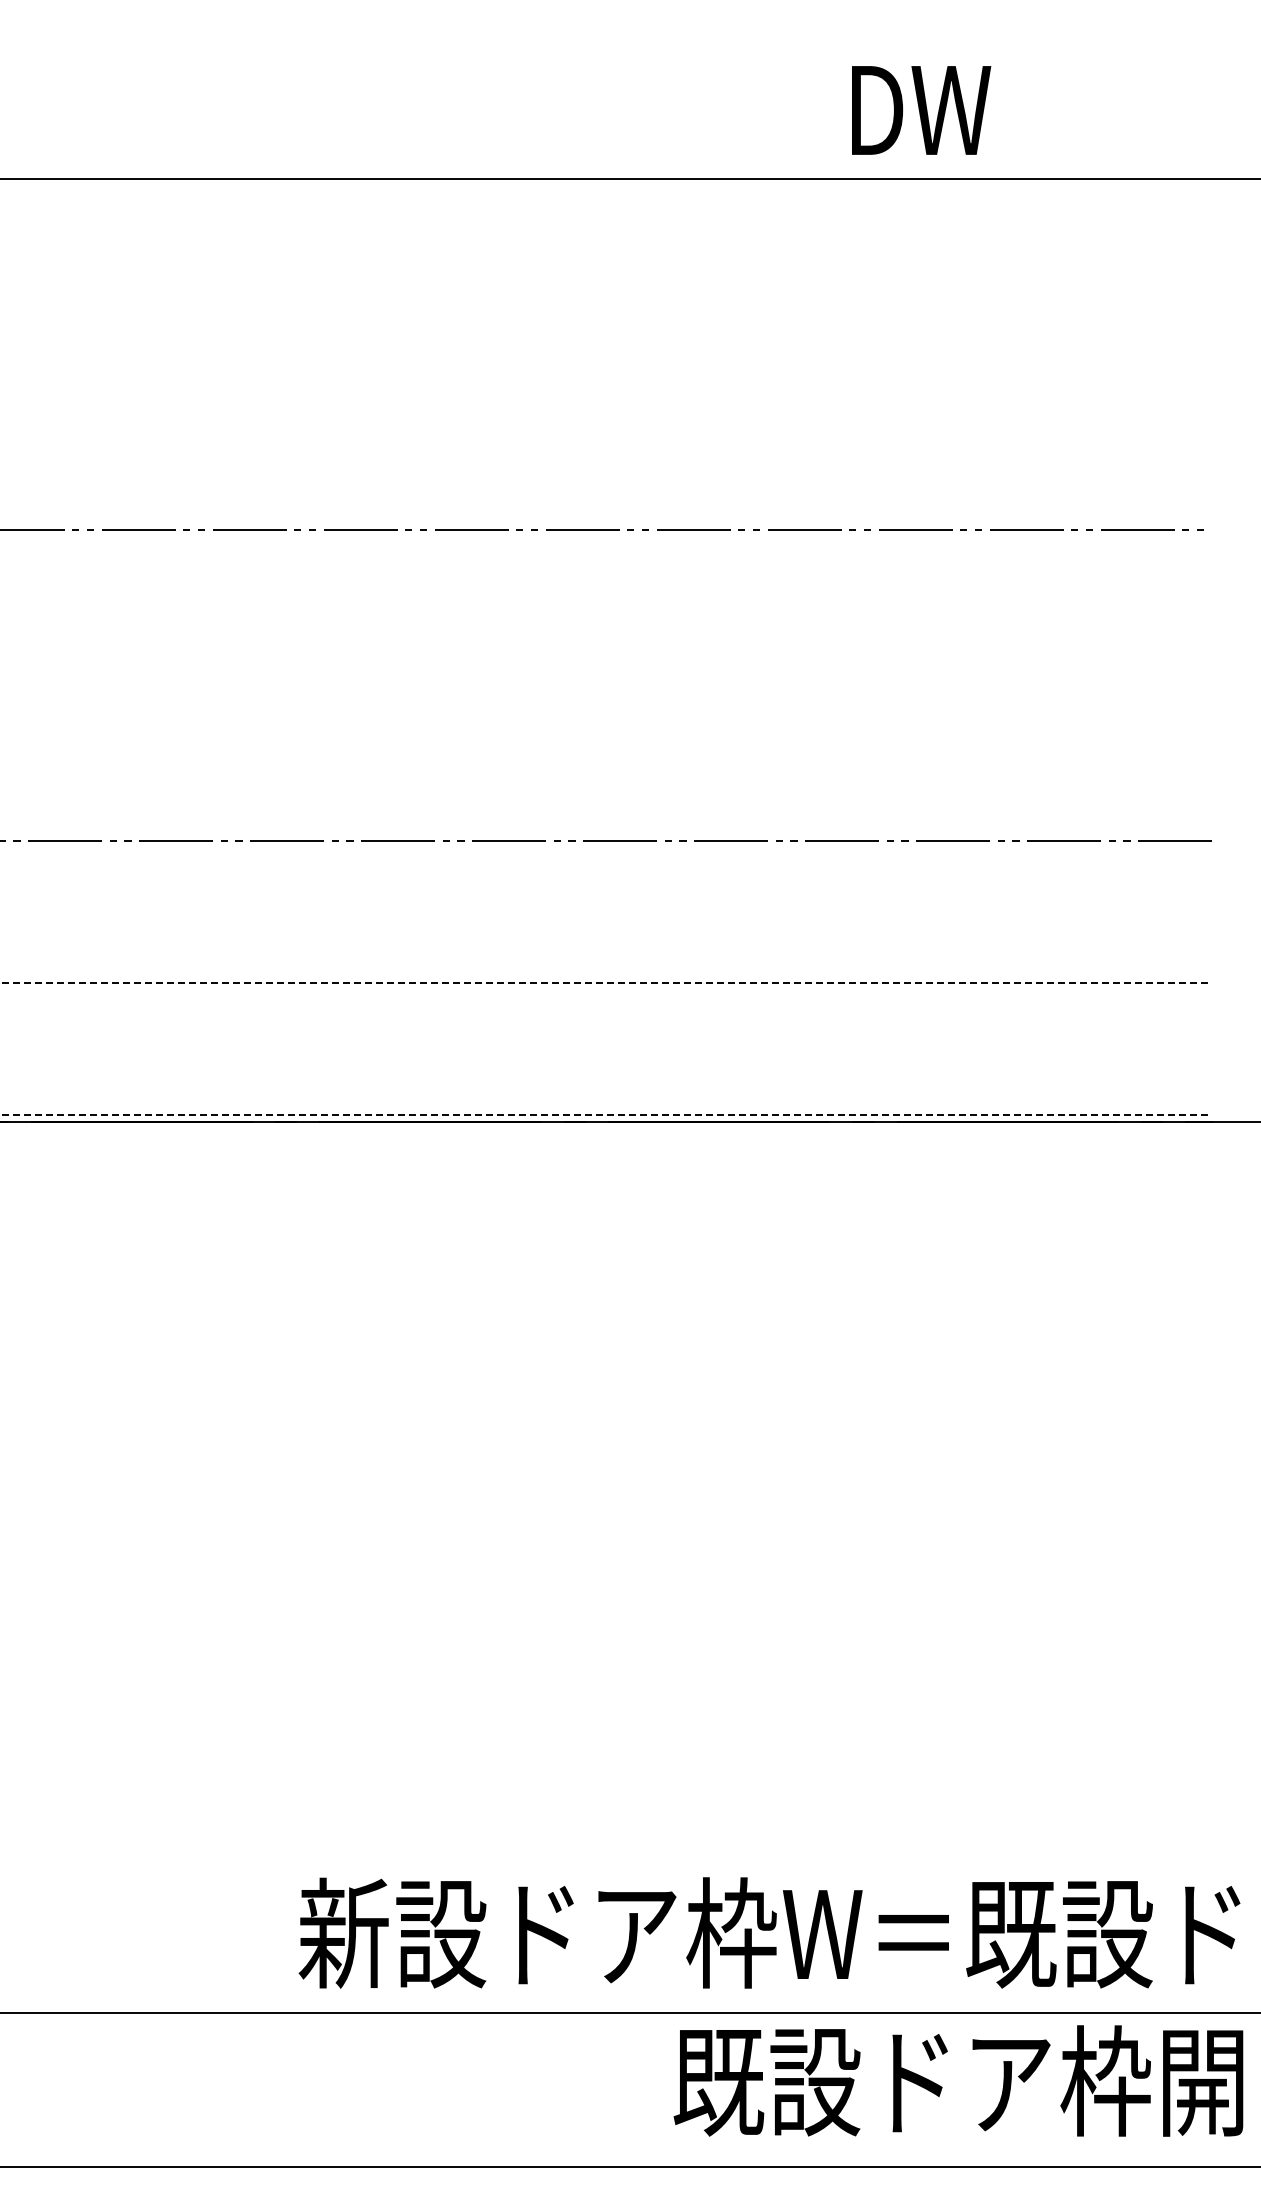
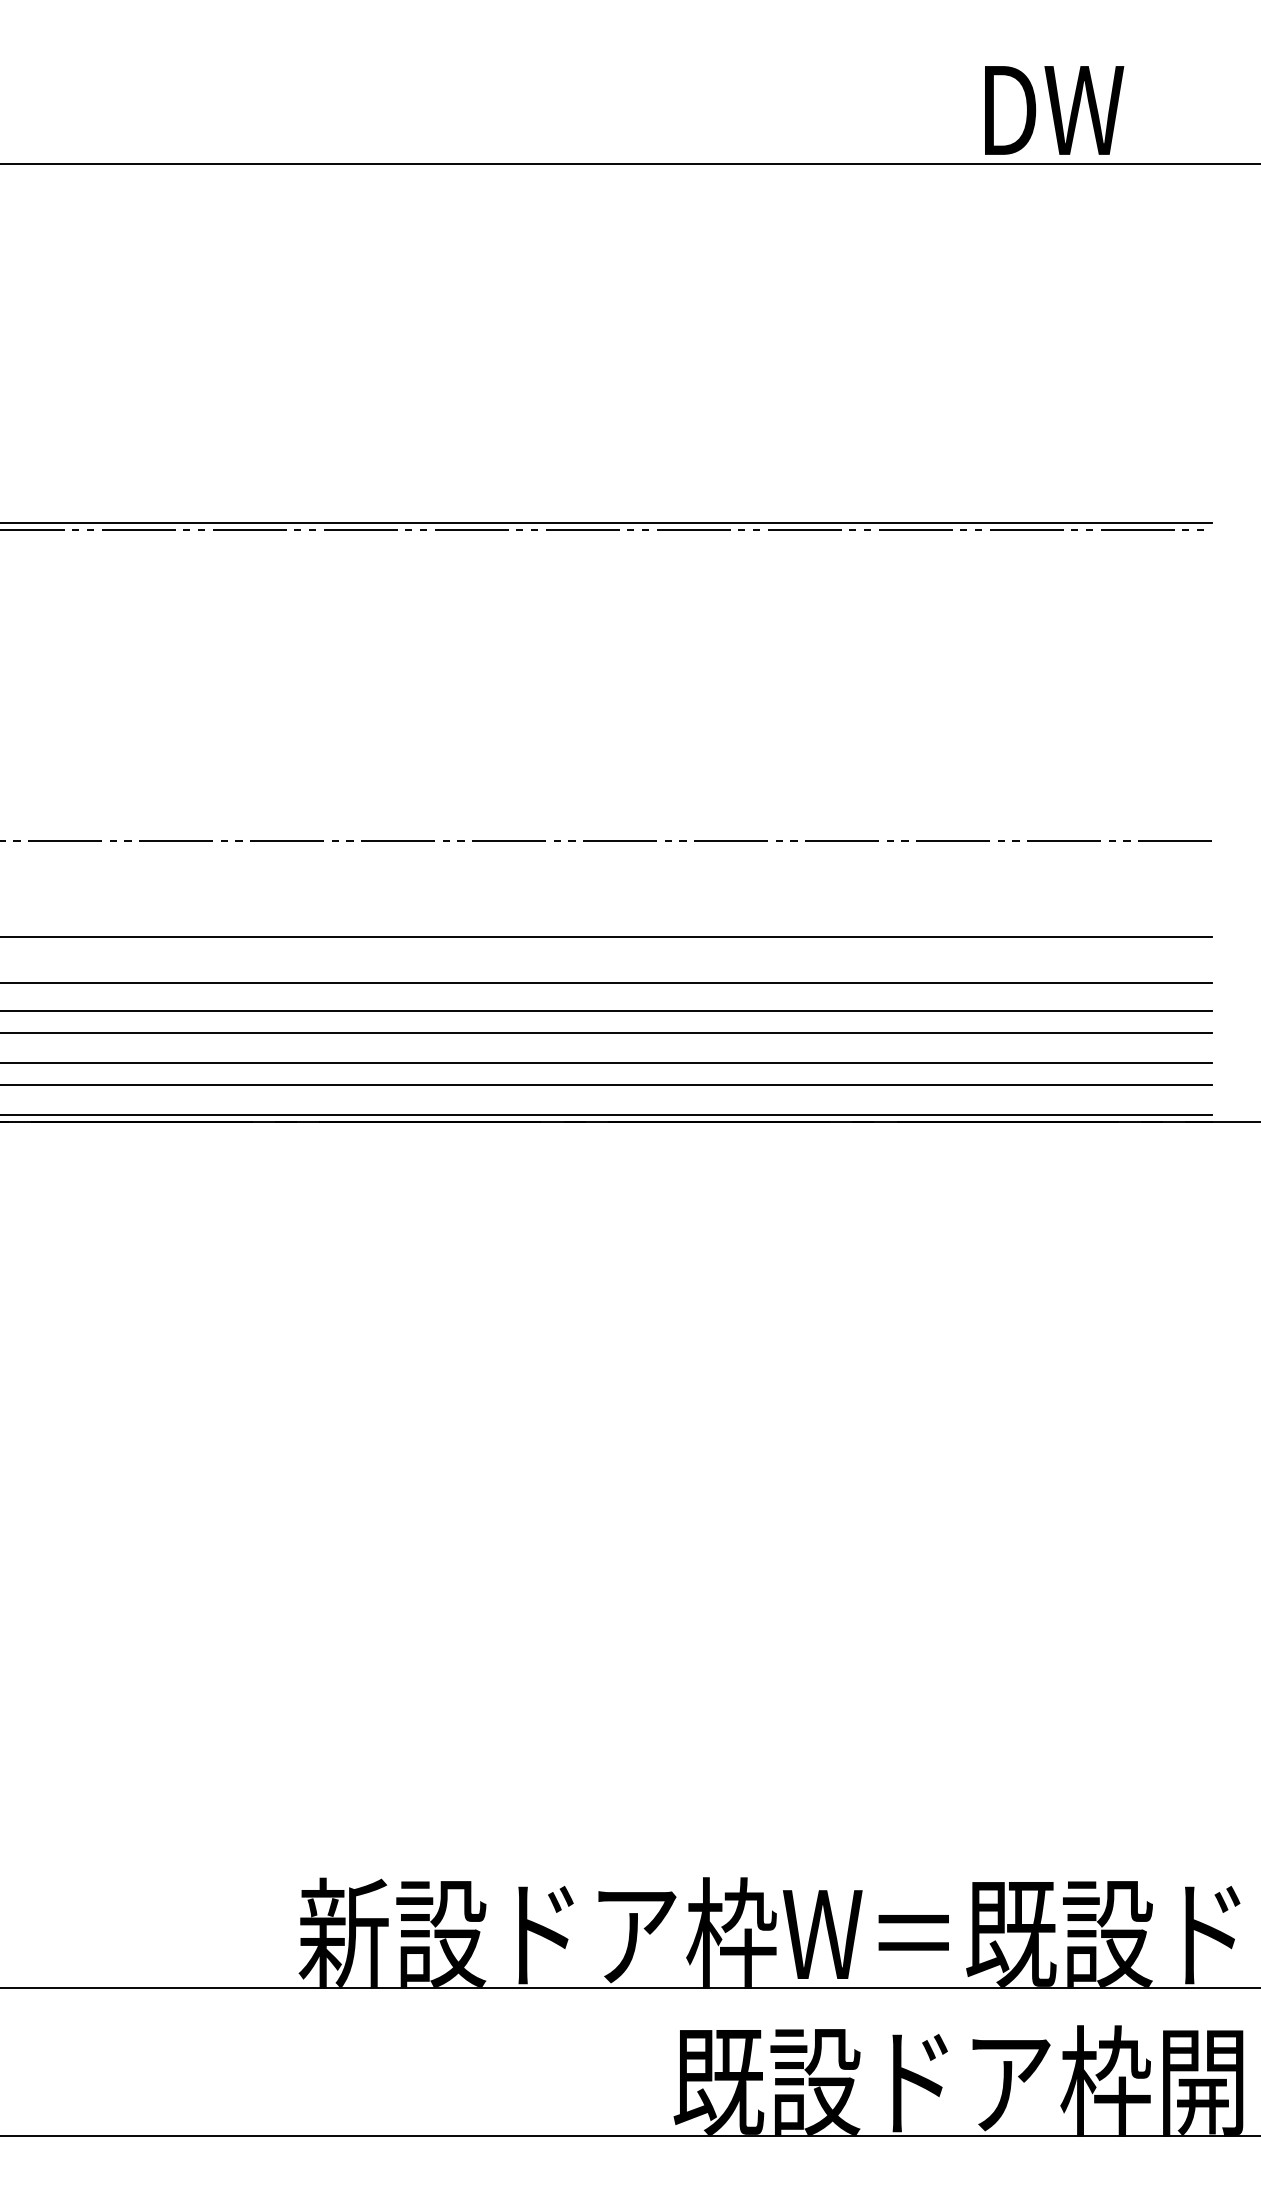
text at (921, 110) position: (921, 110) -> (1054, 110)
line at (629, 178) position: (629, 178) -> (629, 163)
line at (607, 522): none -> present
line at (607, 937): none -> present
line at (606, 982): dashed -> solid
line at (607, 1011): none -> present
line at (607, 1033): none -> present
line at (607, 1062): none -> present
line at (607, 1085): none -> present
line at (606, 1114): dashed -> solid
line at (629, 2012) position: (629, 2012) -> (629, 1987)
line at (629, 2166) position: (629, 2166) -> (629, 2135)
